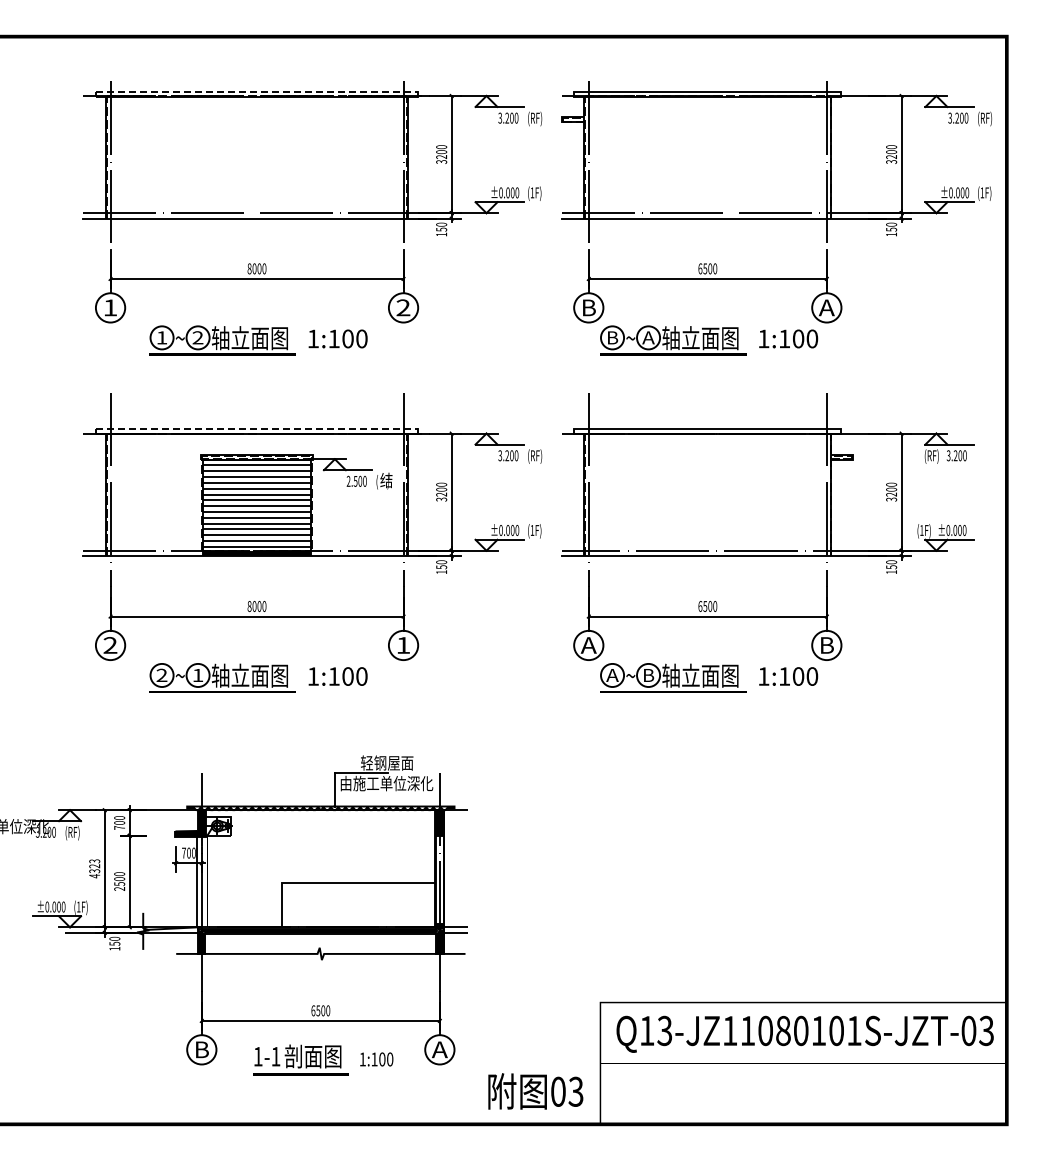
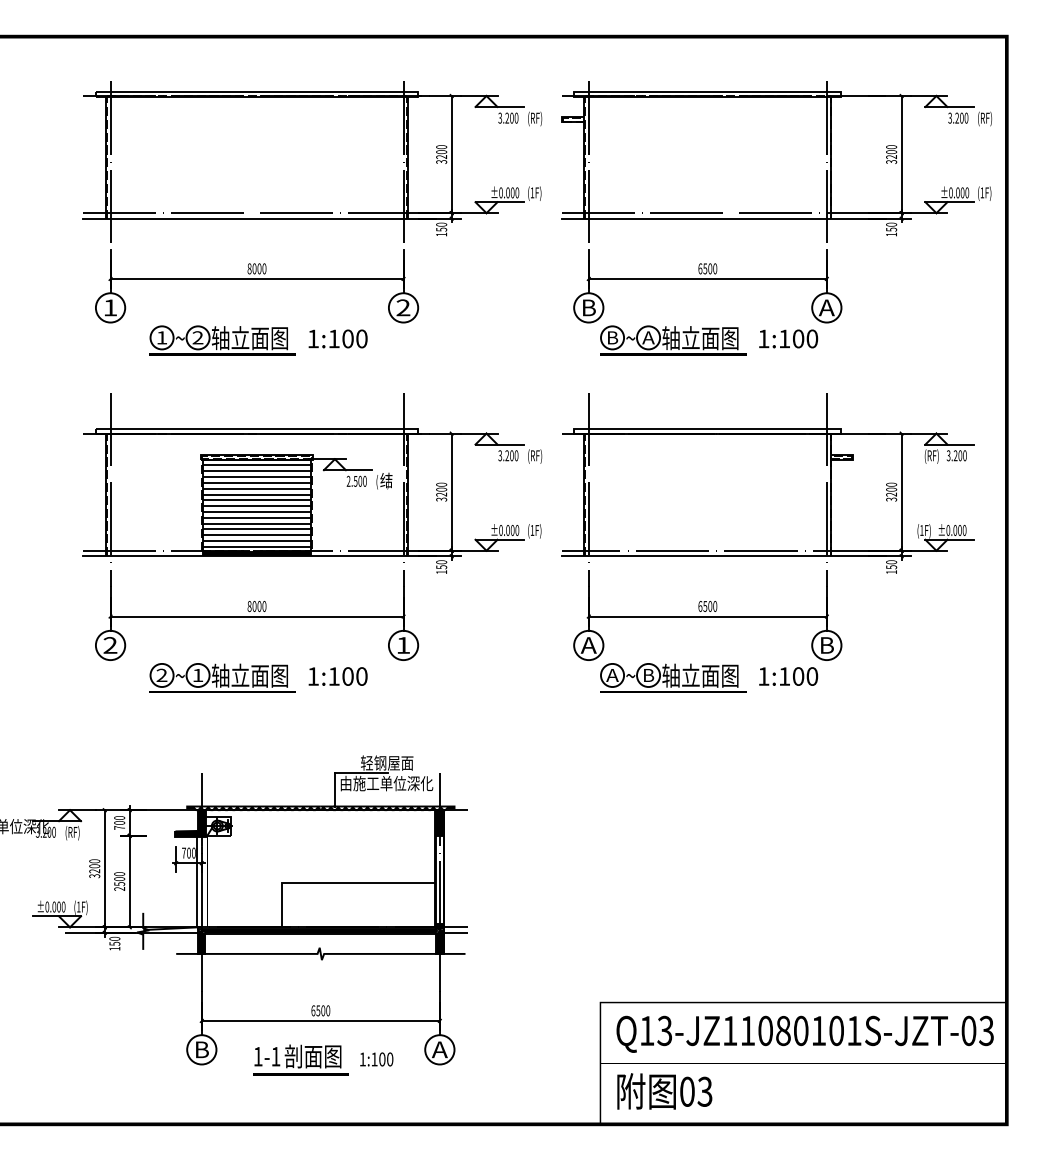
line at (257, 91): dashed -> solid
line at (257, 429): dashed -> solid
text at (94, 868): 4323 -> 3200
text at (535, 1091) position: (535, 1091) -> (664, 1091)
